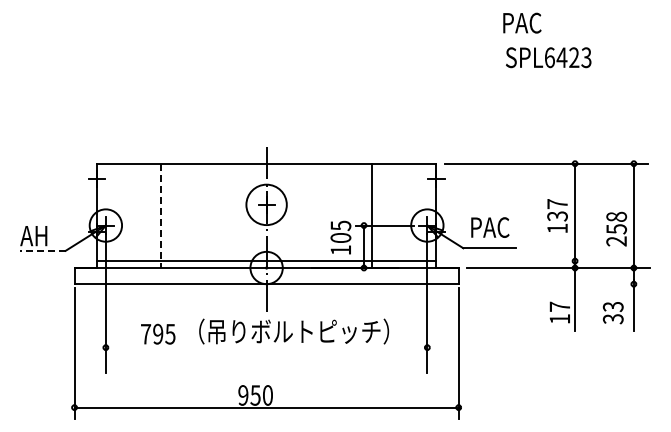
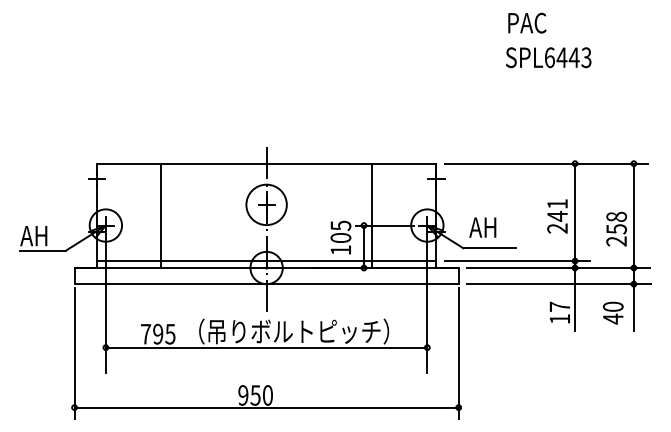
text at (522, 22) position: (522, 22) -> (527, 22)
text at (573, 57): SPL6423 -> SPL6443
line at (161, 216): dashed -> solid
text at (557, 216): 137 -> 241
text at (489, 227): PAC -> AH
line at (42, 250): dashed -> solid
line at (516, 261): none -> present
line at (558, 284): none -> present
text at (612, 312): 33 -> 40
line at (266, 347): none -> present
